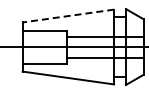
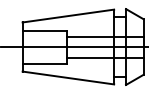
line at (67, 16): dashed -> solid
